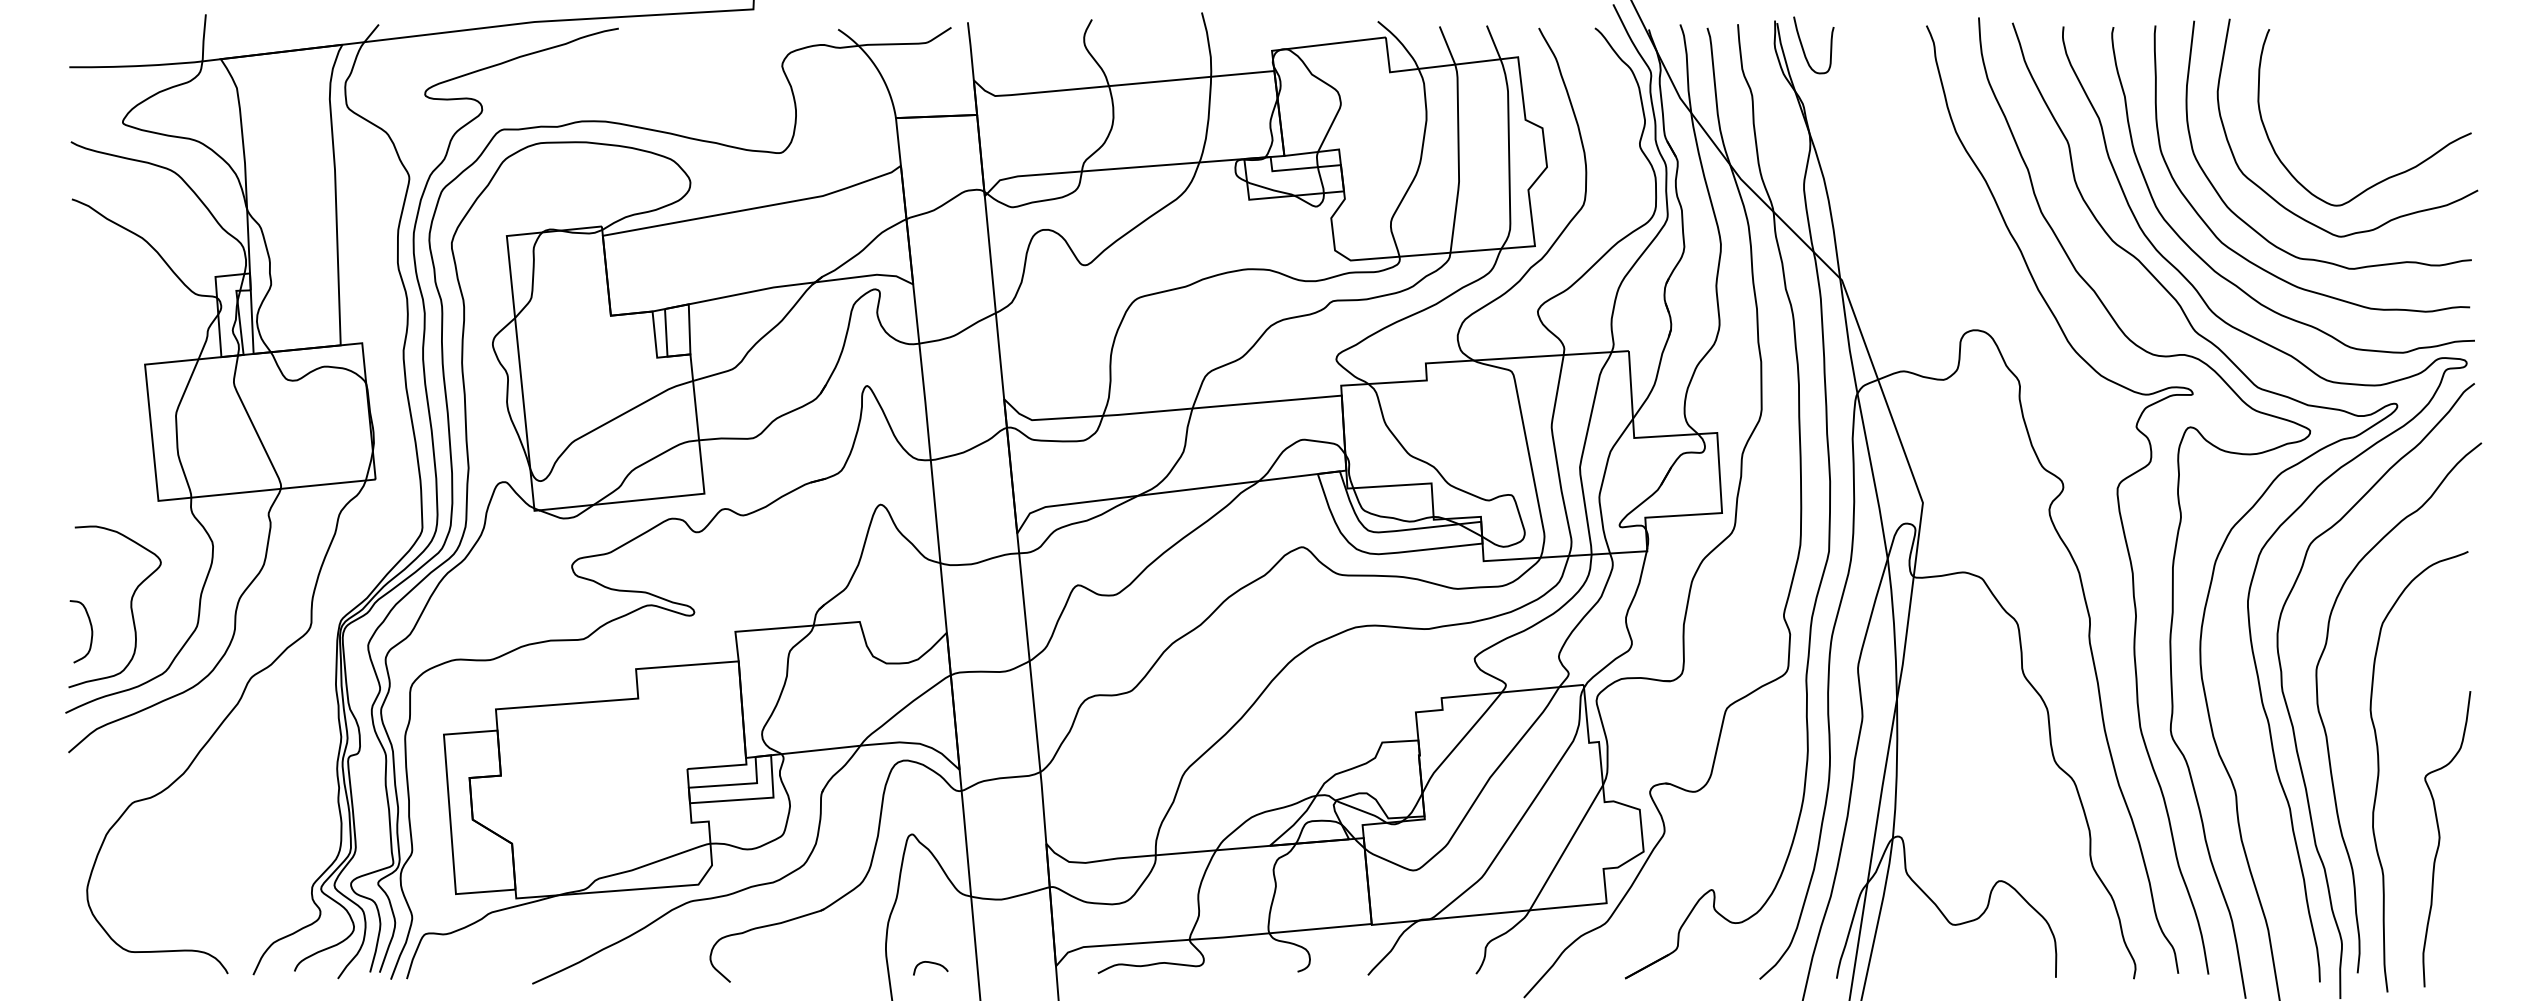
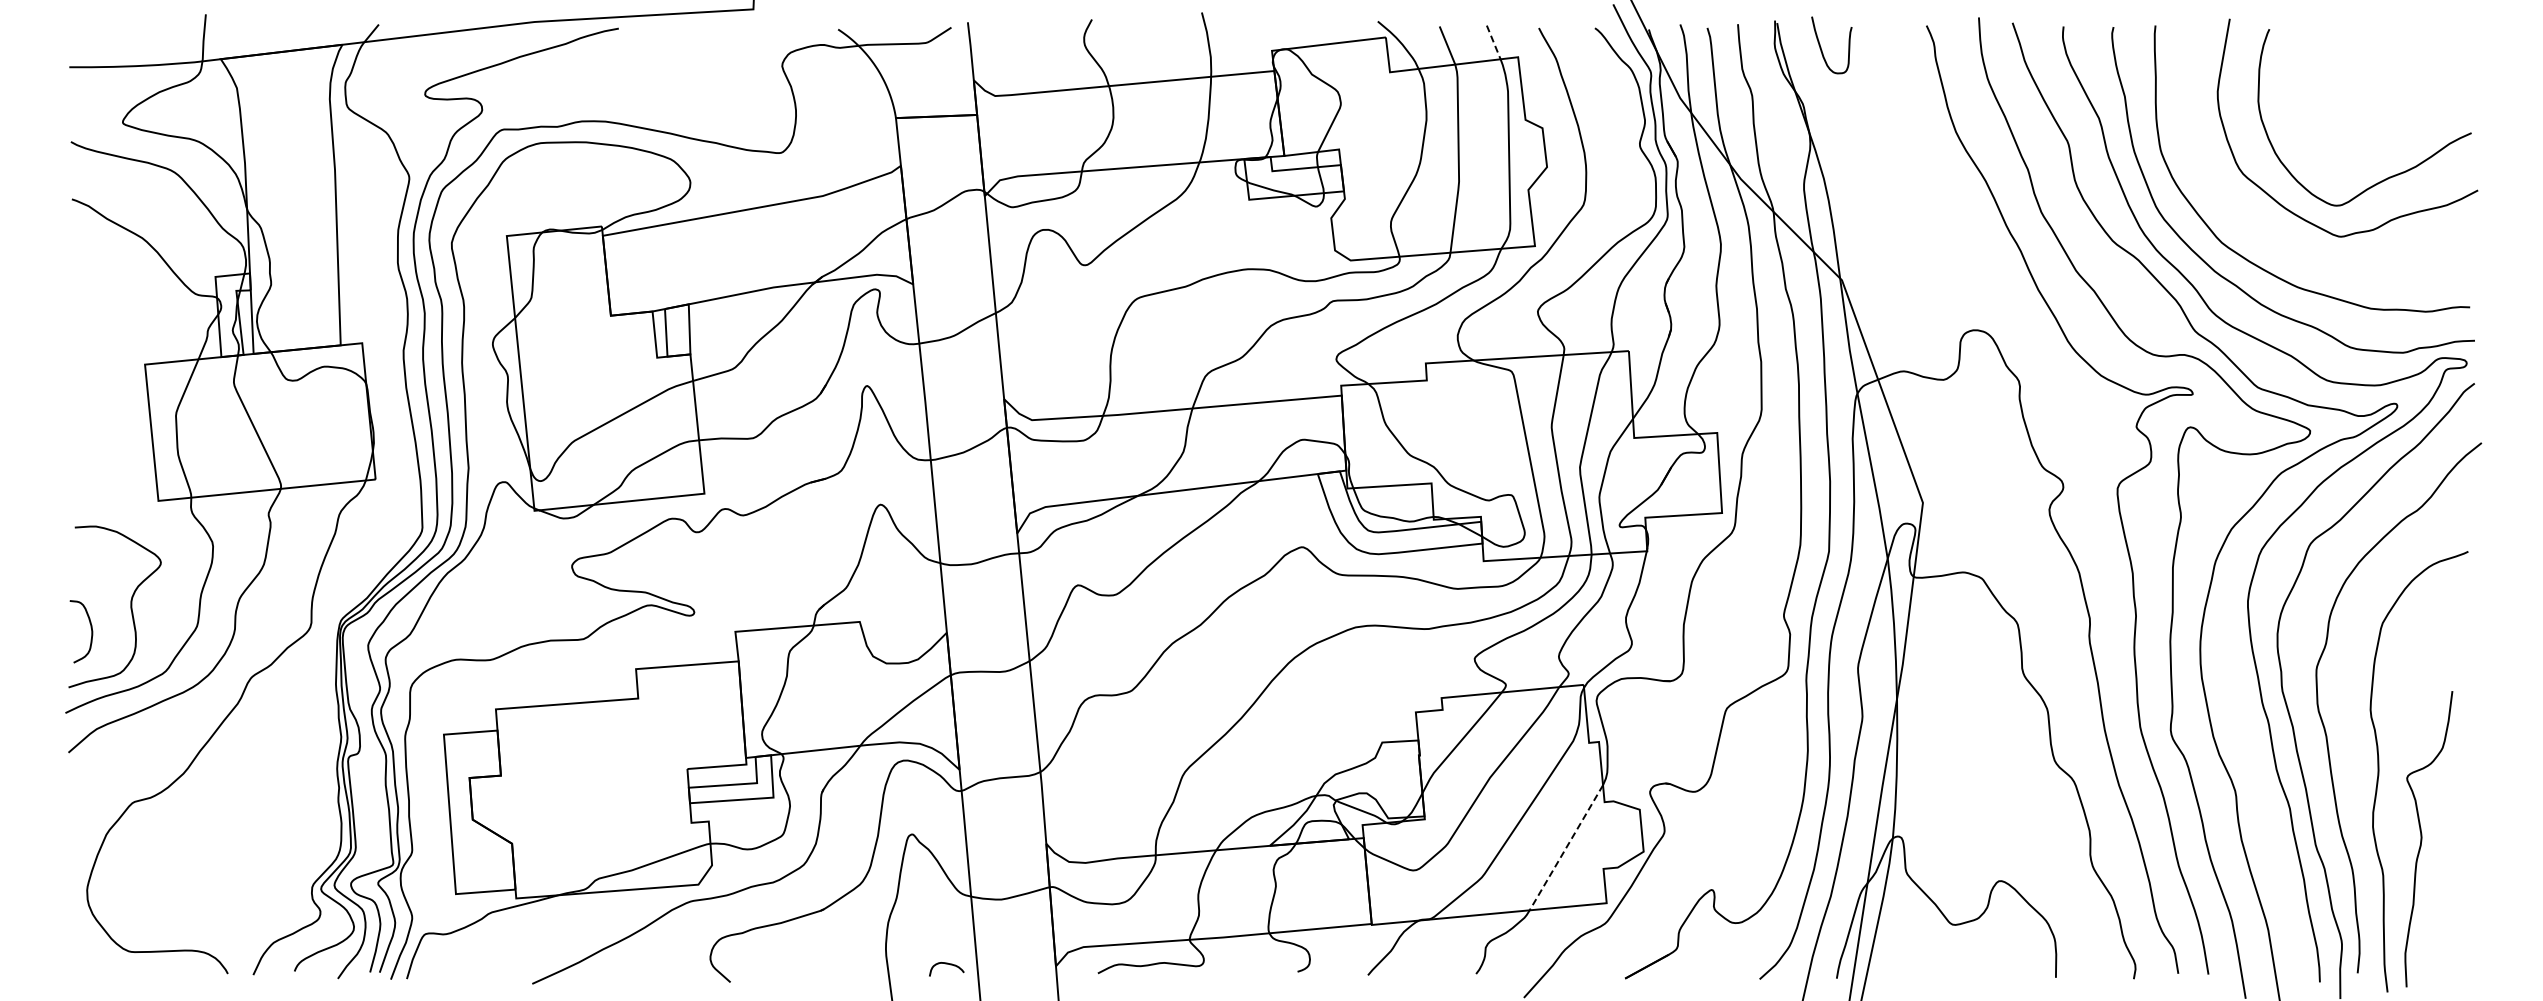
line at (1493, 42): solid -> dashed
curve at (1803, 47) position: (1803, 47) -> (1821, 47)
curve at (2260, 233): present -> none
curve at (2440, 839) position: (2440, 839) -> (2422, 839)
line at (1566, 847): solid -> dashed
curve at (930, 963) position: (930, 963) -> (946, 964)
